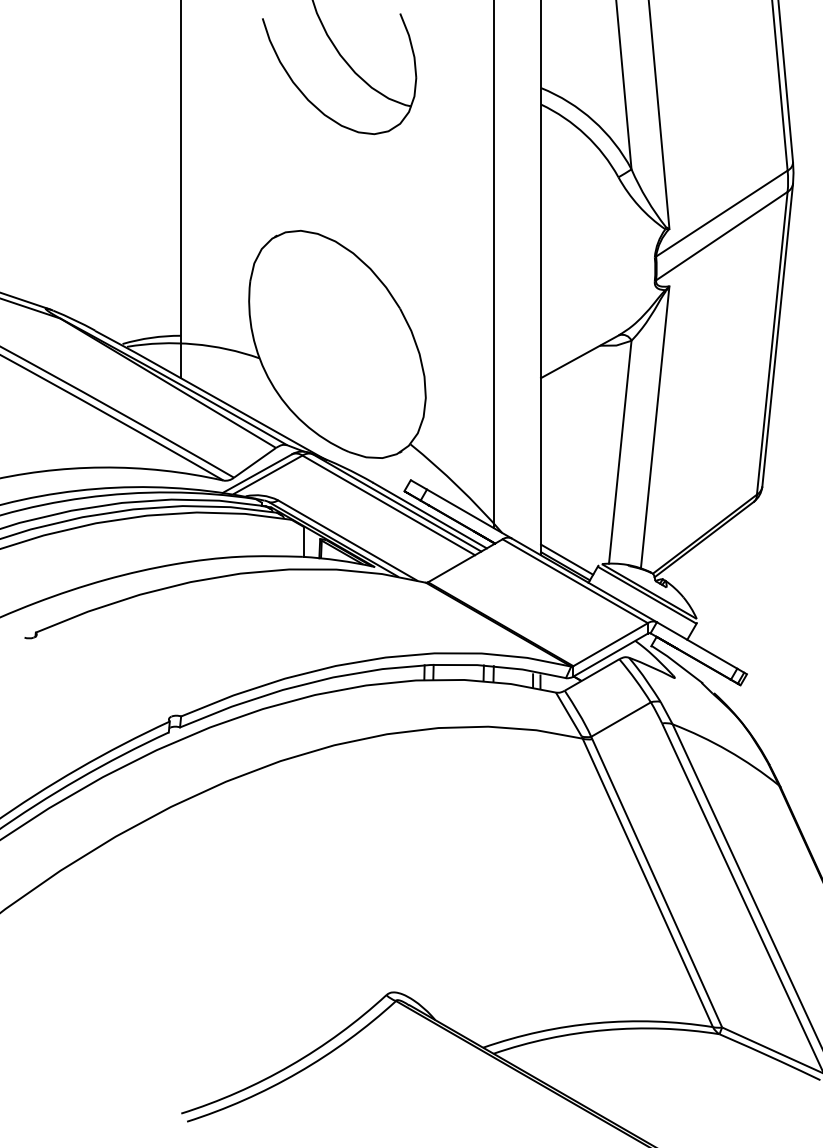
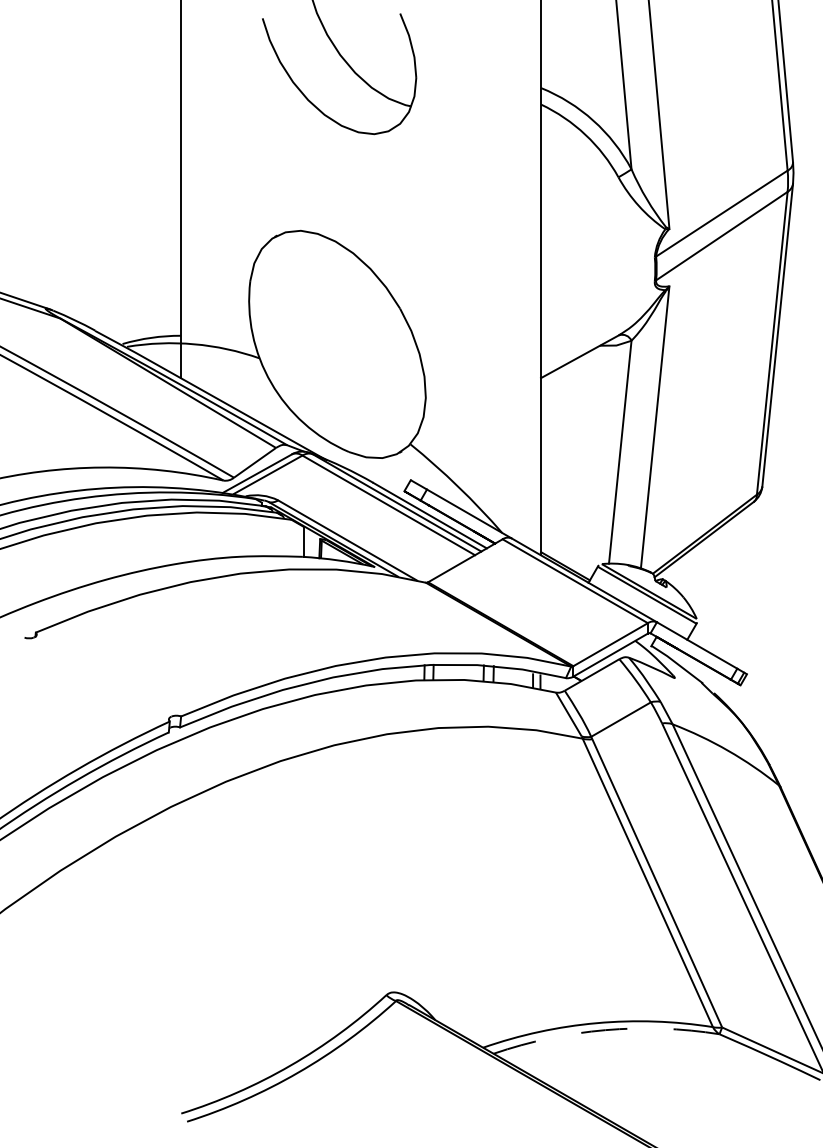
line at (493, 265): present -> none
line at (567, 559): present -> none
arc at (605, 1030): solid -> dashed
